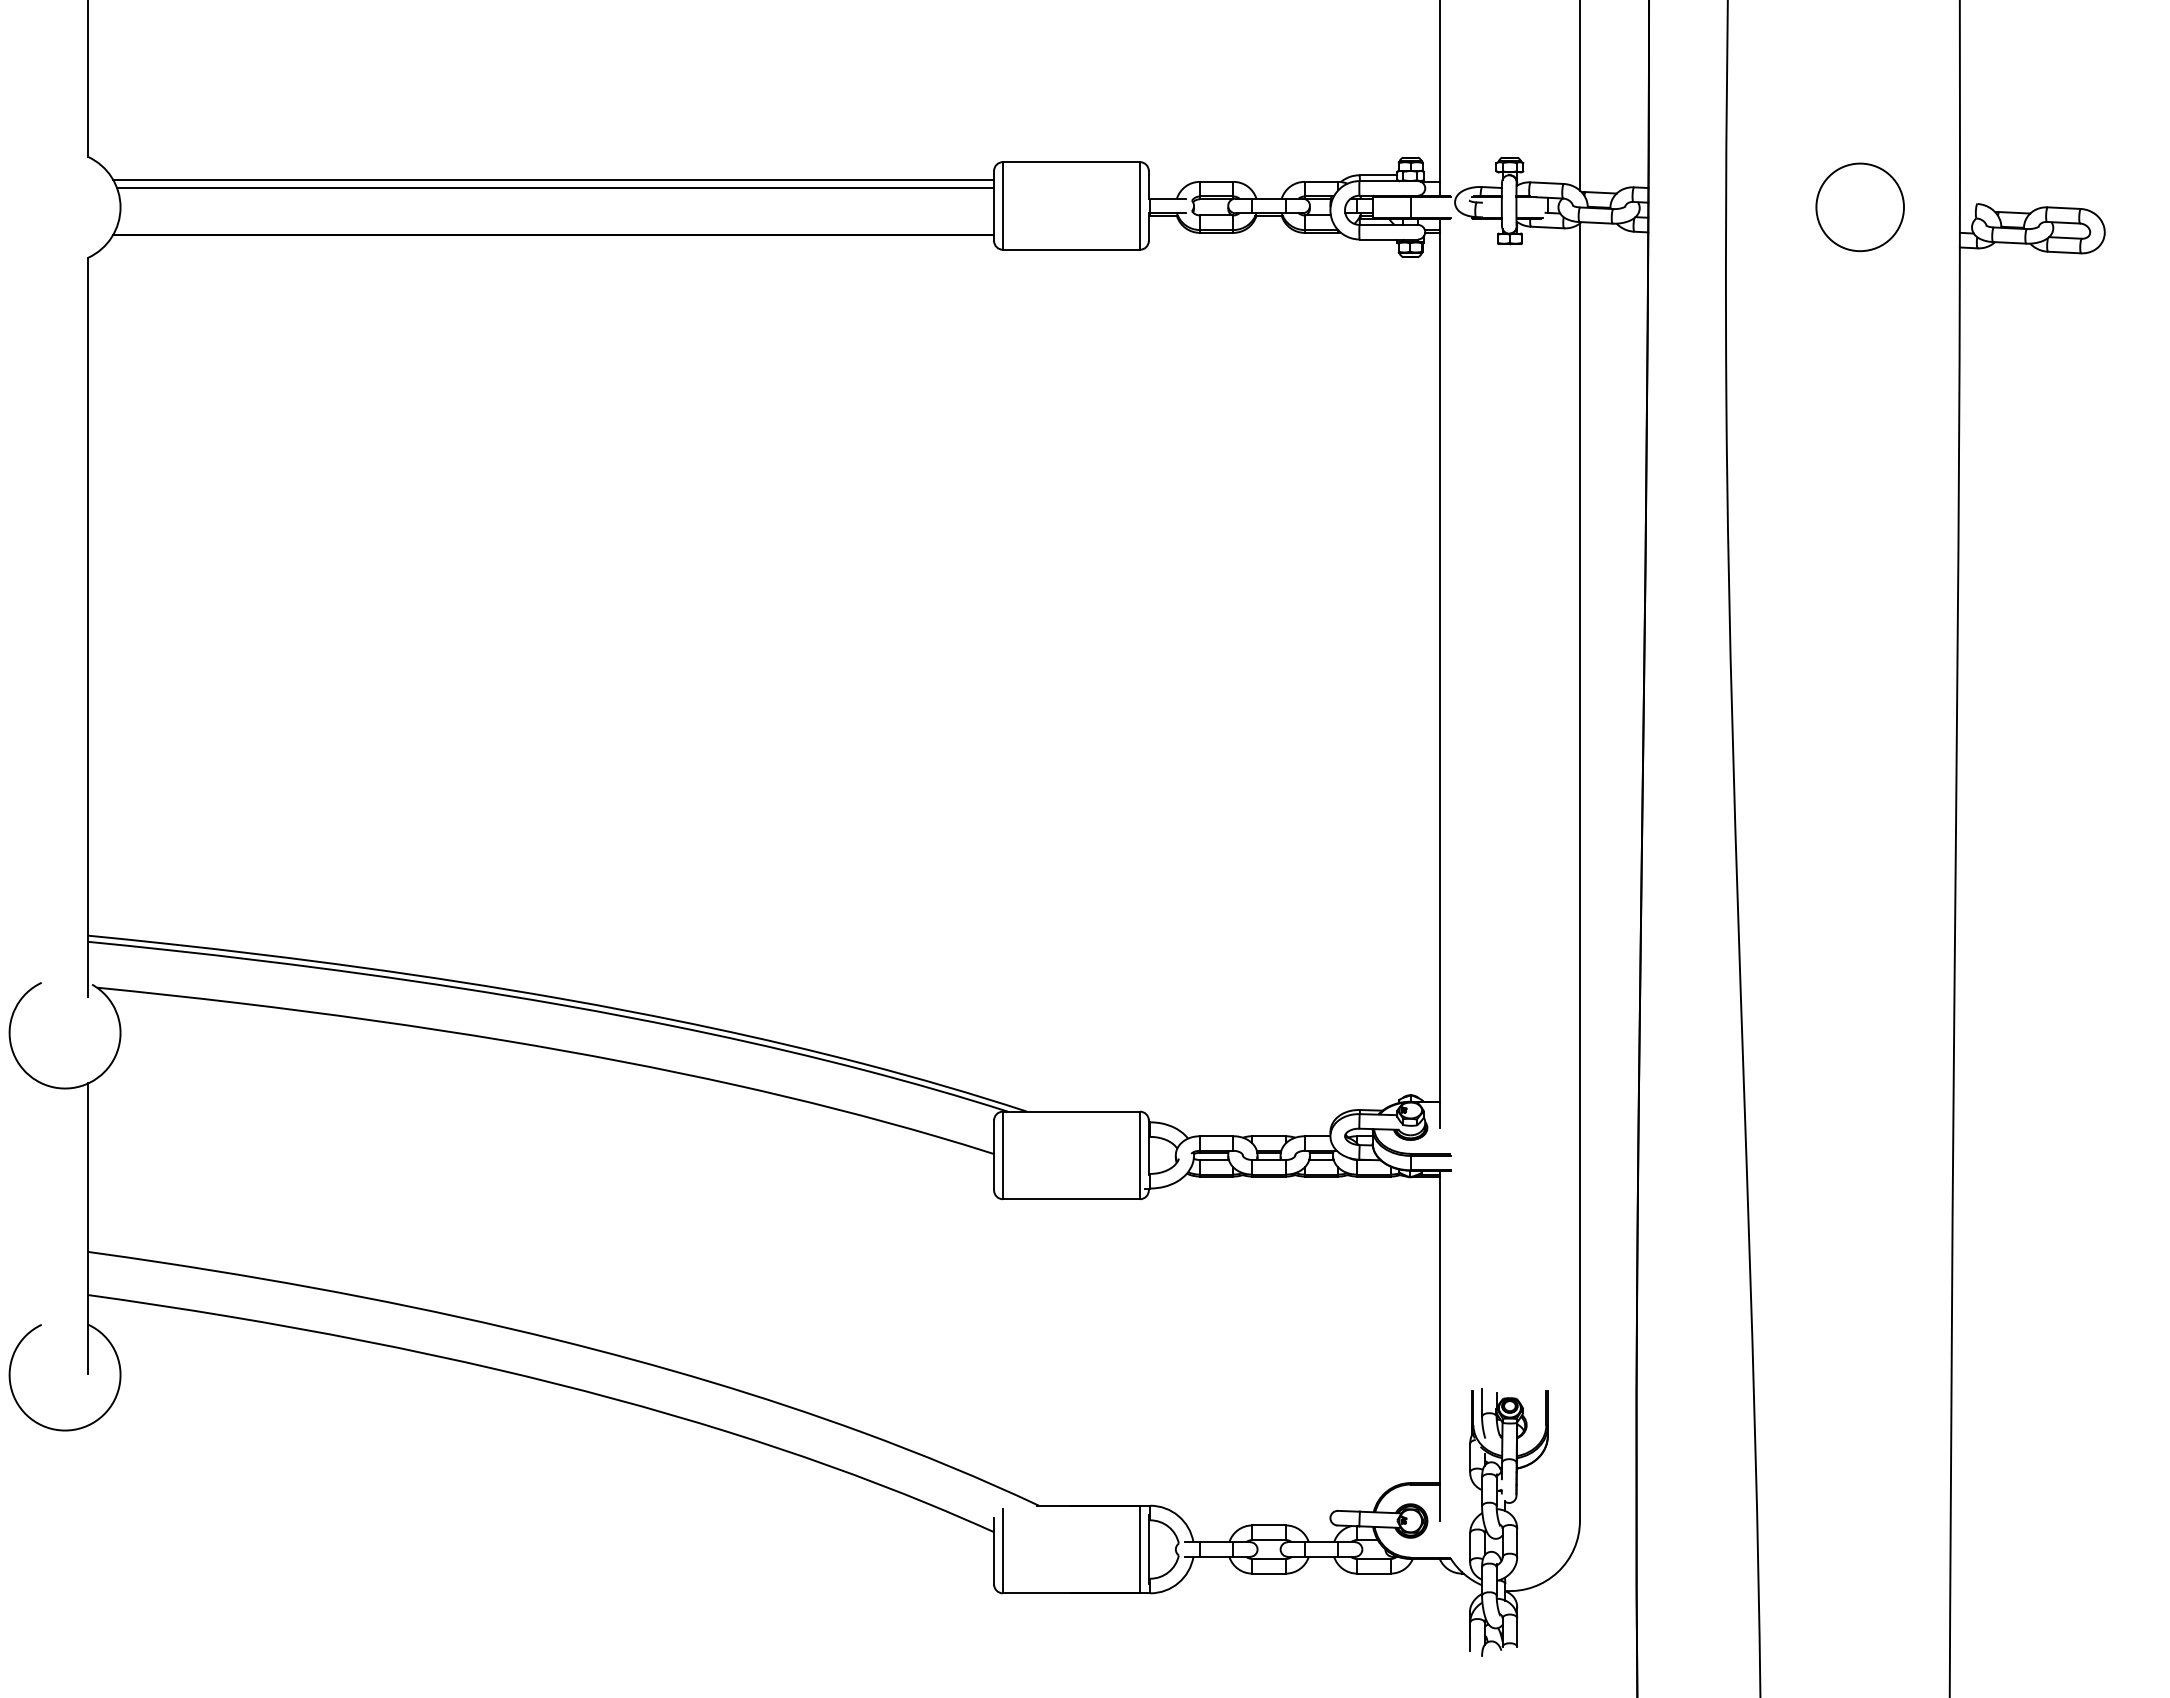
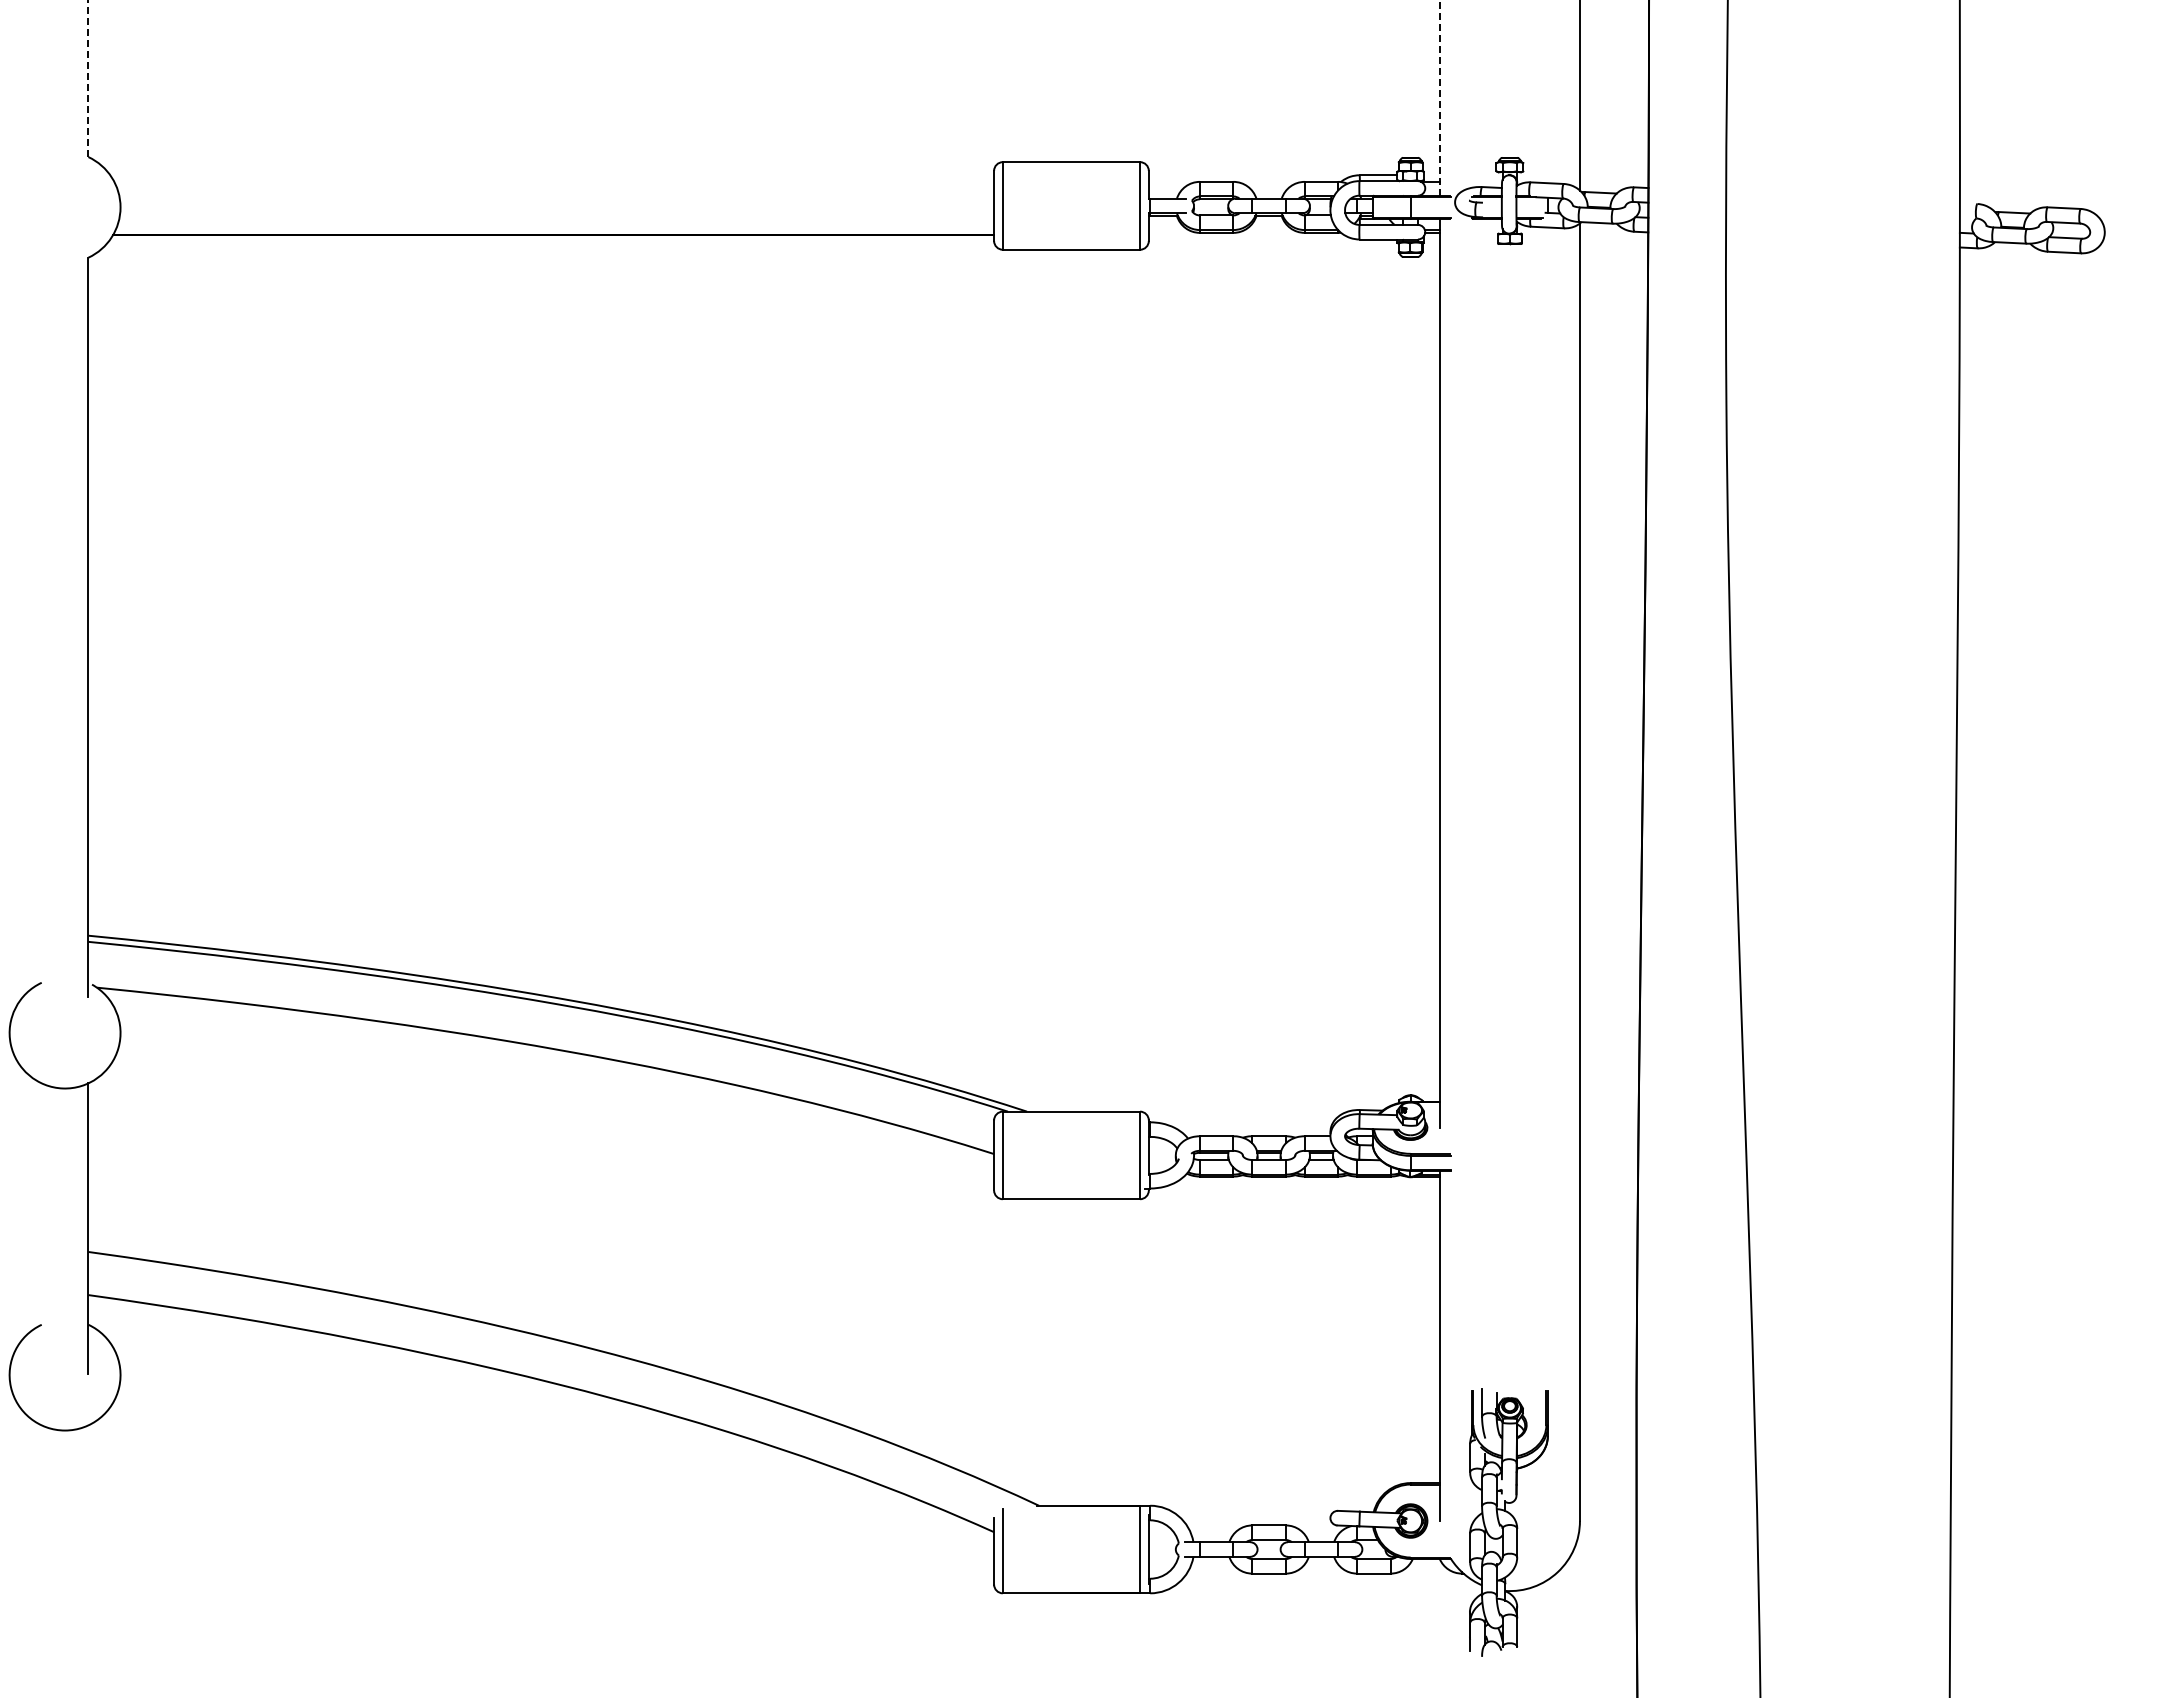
line at (88, 78): solid -> dashed
line at (1439, 98): solid -> dashed
line at (553, 179): present -> none
line at (555, 188): present -> none
circle at (1859, 207): present -> none
